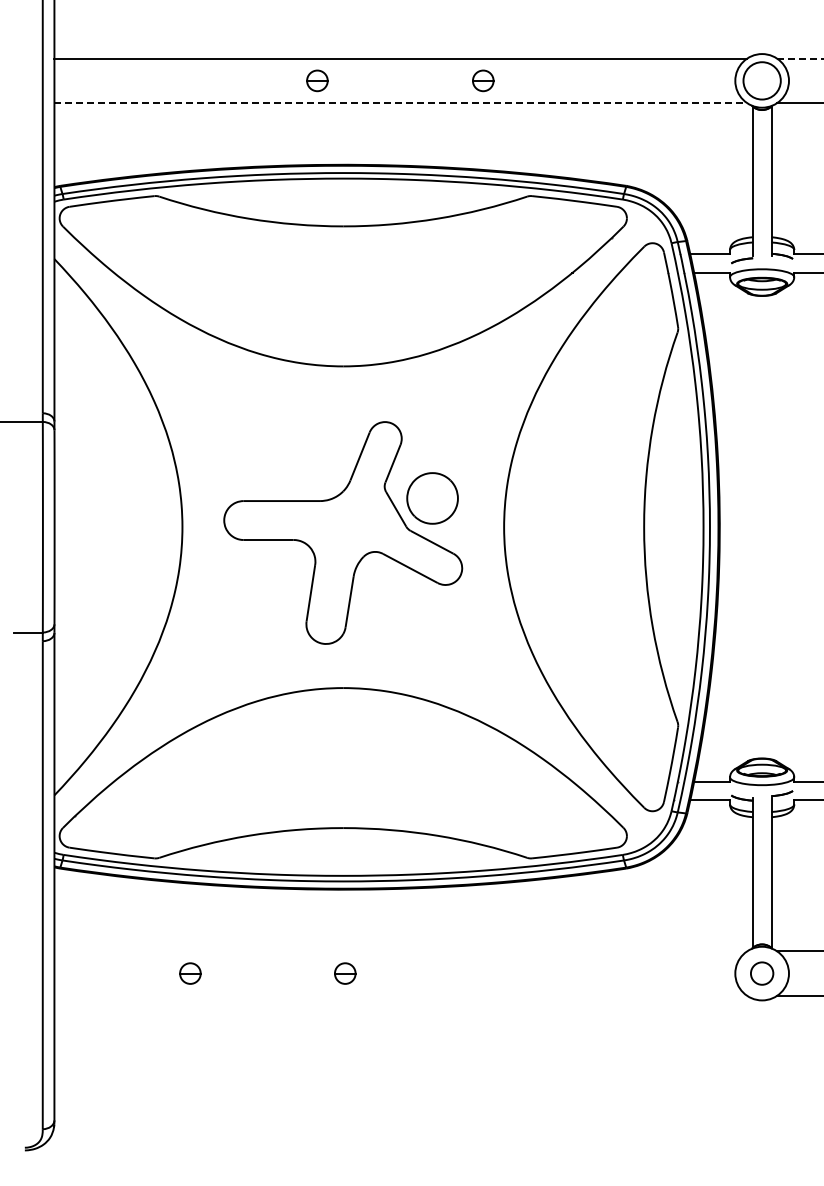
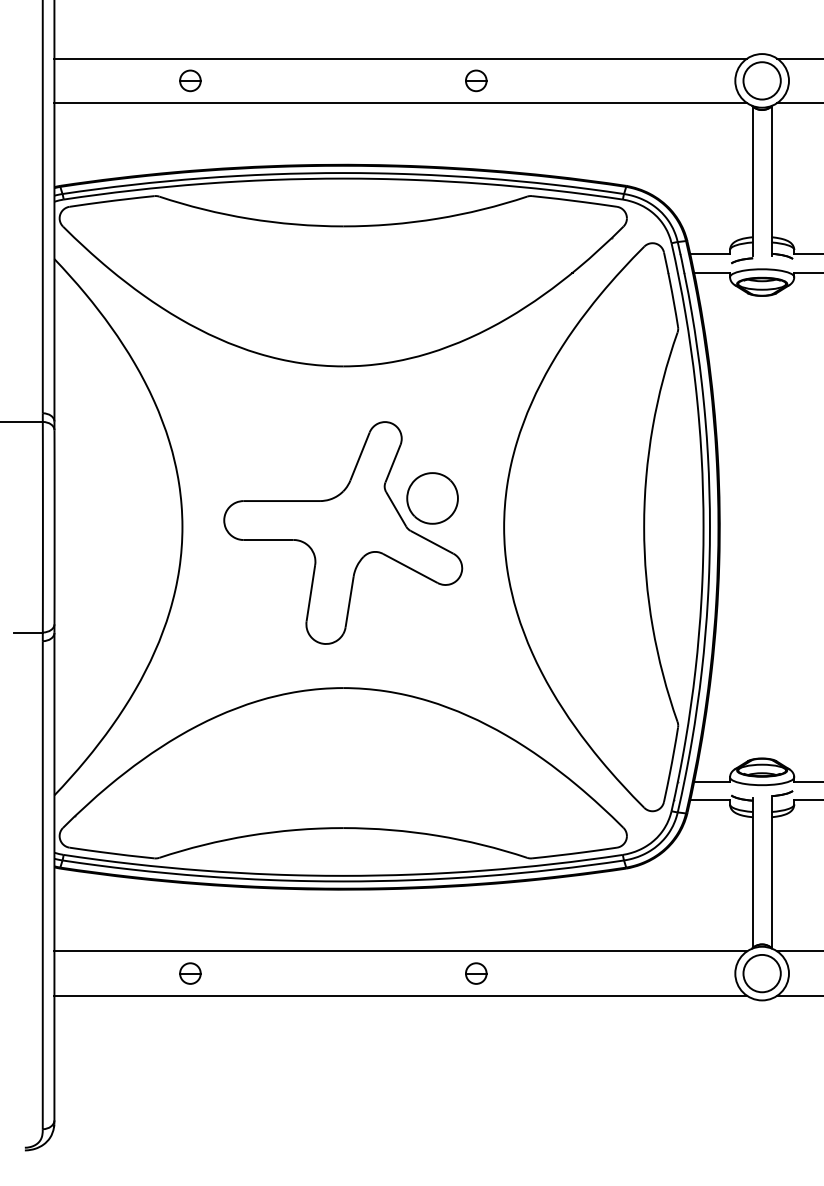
line at (800, 58): dashed -> solid
part at (317, 80) position: (317, 80) -> (190, 80)
part at (483, 80) position: (483, 80) -> (476, 80)
line at (401, 103): dashed -> solid
line at (400, 951): none -> present
part at (345, 973) position: (345, 973) -> (476, 973)
circle at (761, 973) diameter: 22 px -> 37 px
line at (400, 995): none -> present
